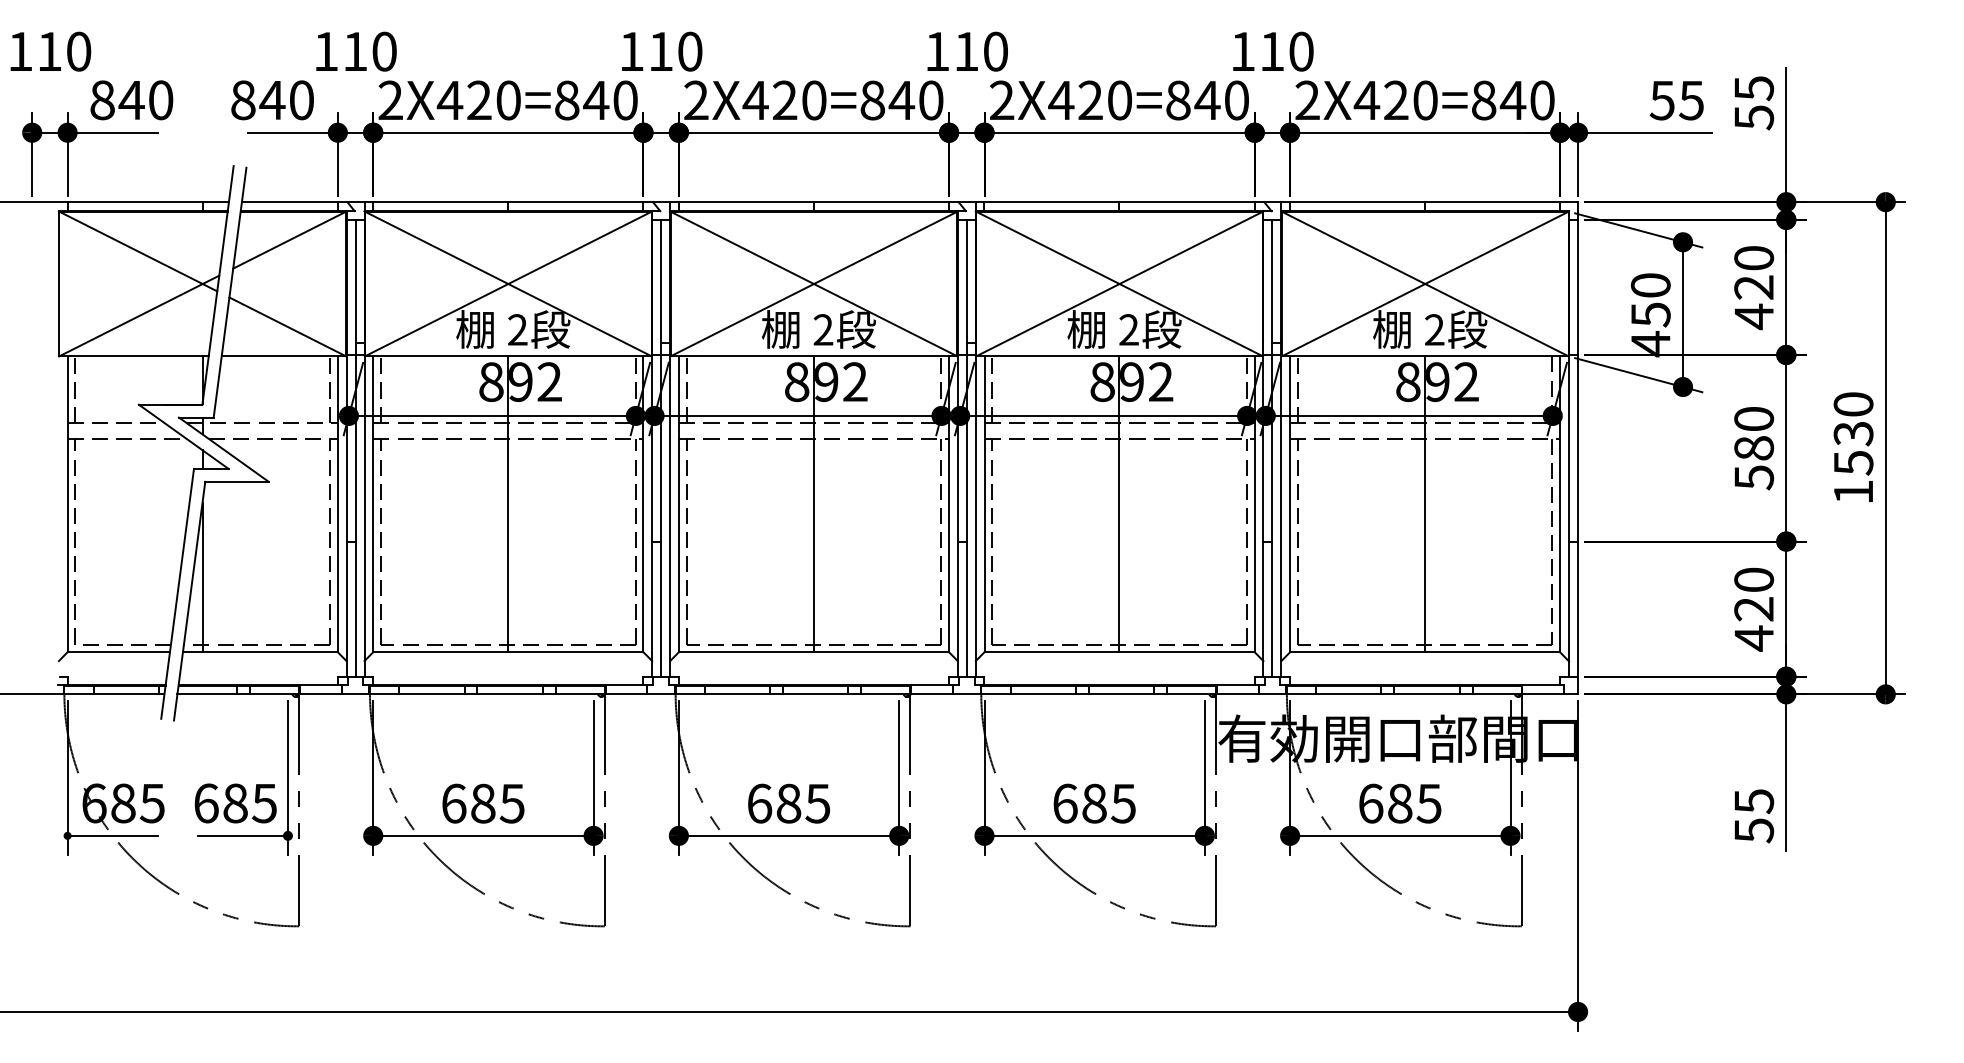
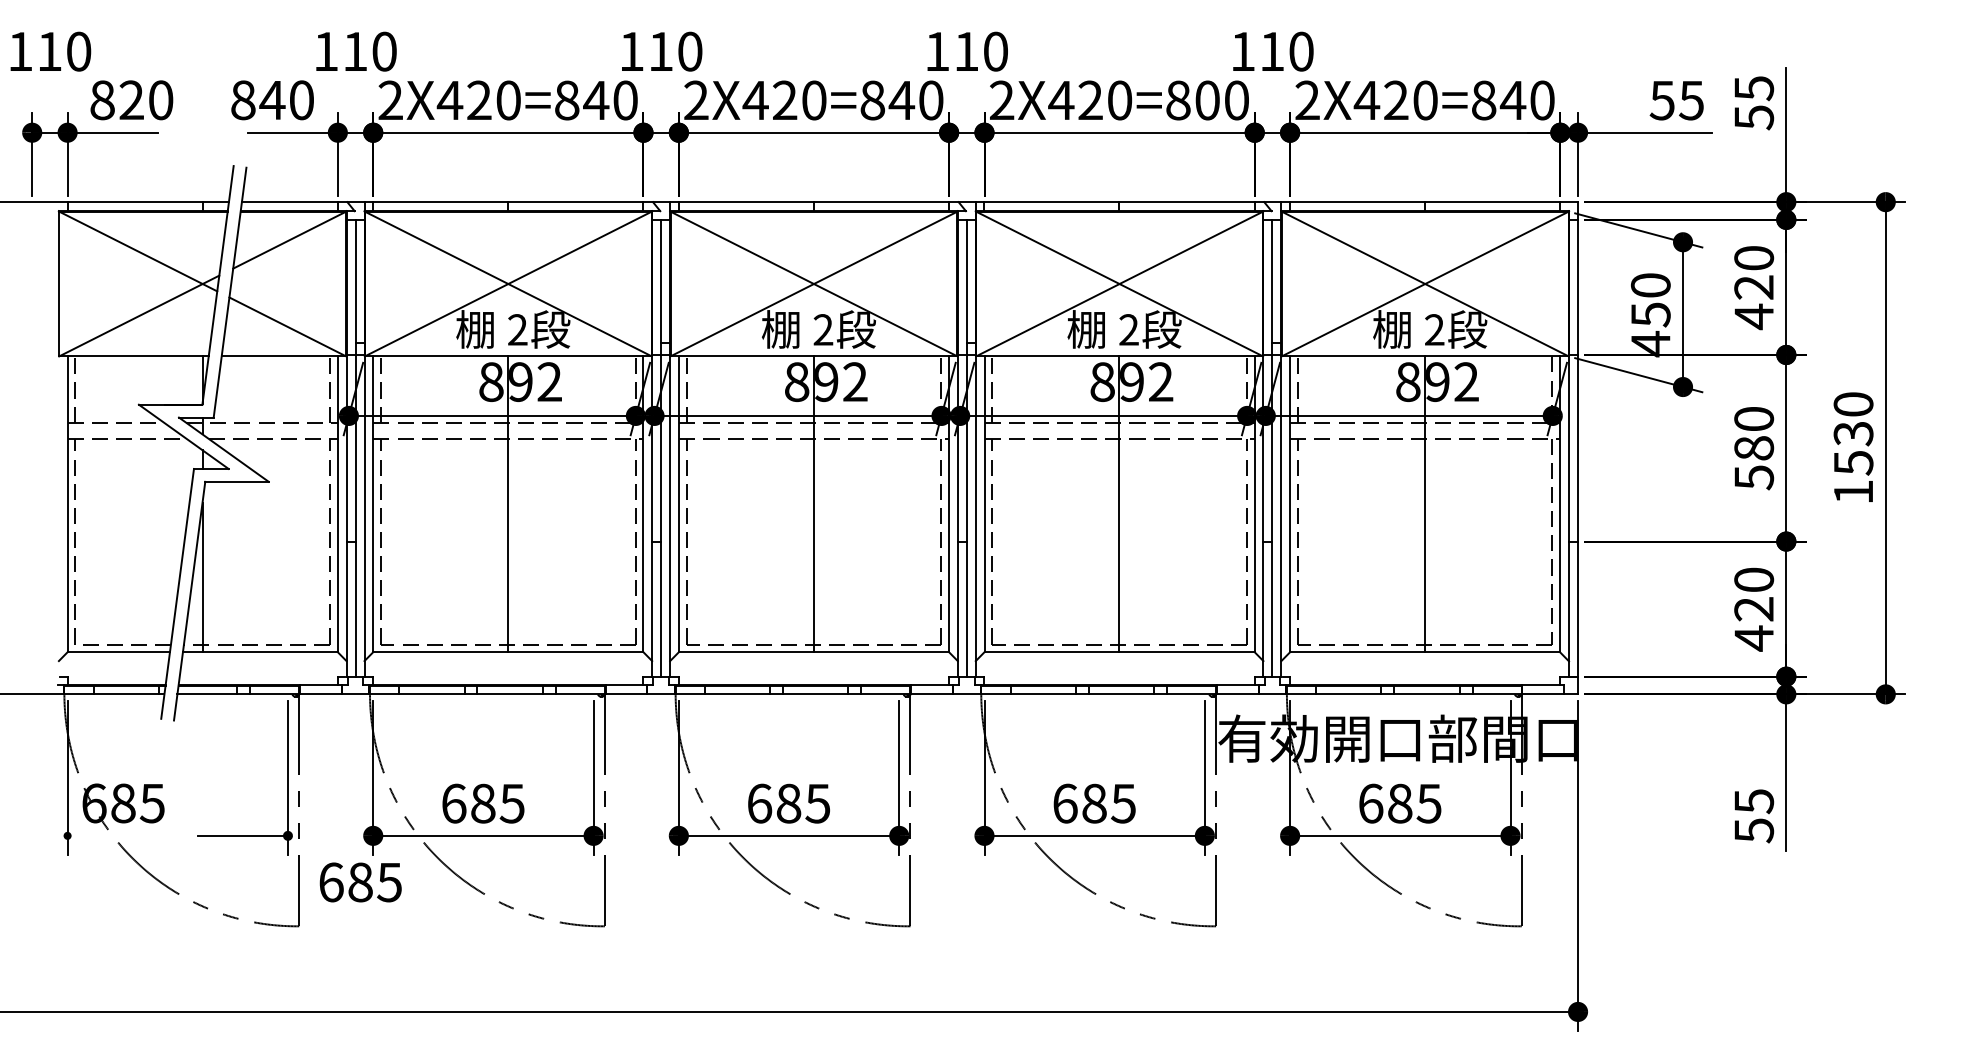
text at (131, 99): 840 -> 820
text at (1207, 100): 2X420=840 -> 2X420=800
text at (235, 803) position: (235, 803) -> (360, 882)
line at (112, 835): present -> none
